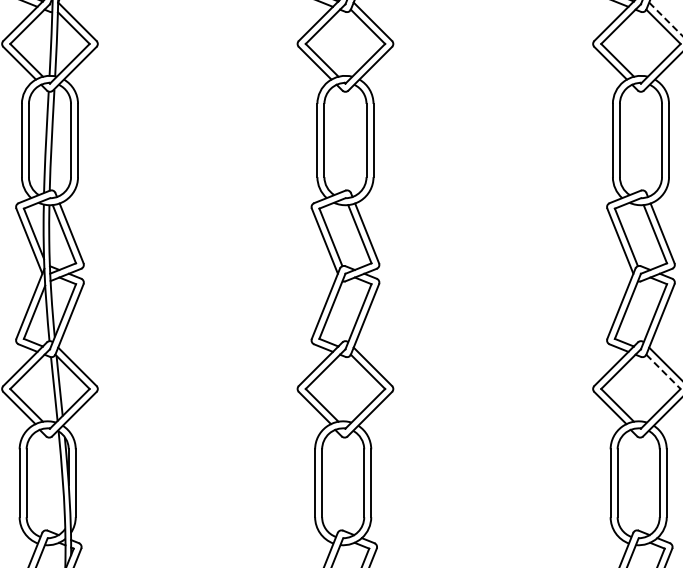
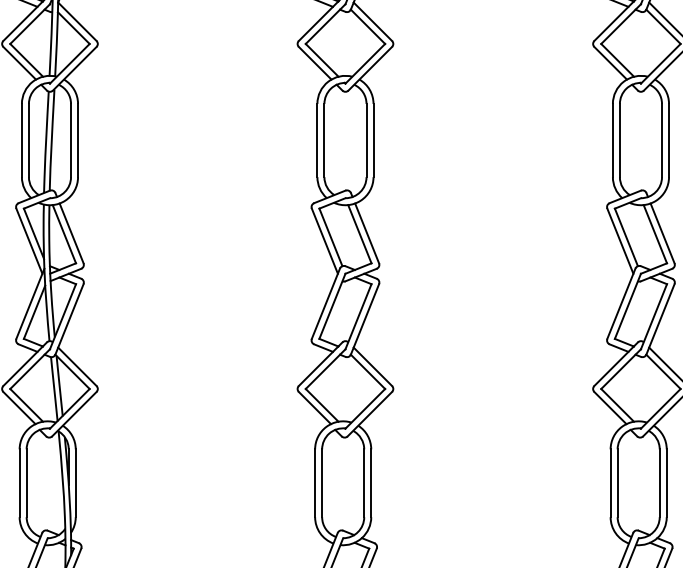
line at (665, 19): dashed -> solid
line at (663, 372): dashed -> solid
